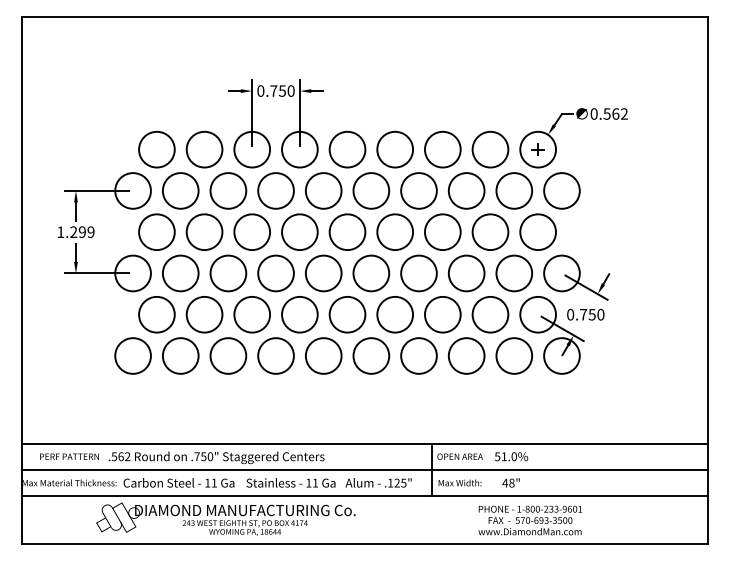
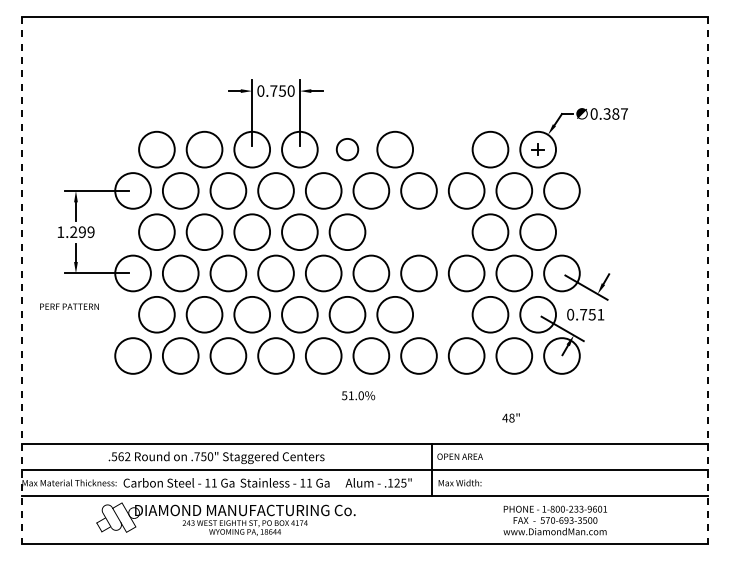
text at (615, 113): 0.562 -> 0.387
circle at (347, 149) size: 39x39 px -> 25x24 px
circle at (442, 149): present -> none
circle at (394, 231): present -> none
circle at (442, 231): present -> none
line at (21, 280): solid -> dashed
line at (708, 280): solid -> dashed
circle at (442, 314): present -> none
text at (600, 314): 0.750 -> 0.751
text at (69, 456) position: (69, 456) -> (69, 306)
text at (511, 456) position: (511, 456) -> (358, 395)
text at (290, 482) position: (290, 482) -> (284, 482)
text at (510, 482) position: (510, 482) -> (510, 417)
text at (529, 520) position: (529, 520) -> (554, 520)
